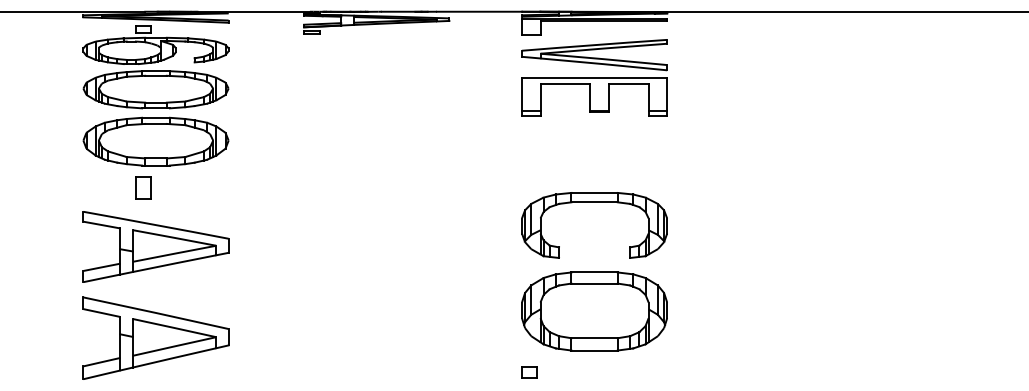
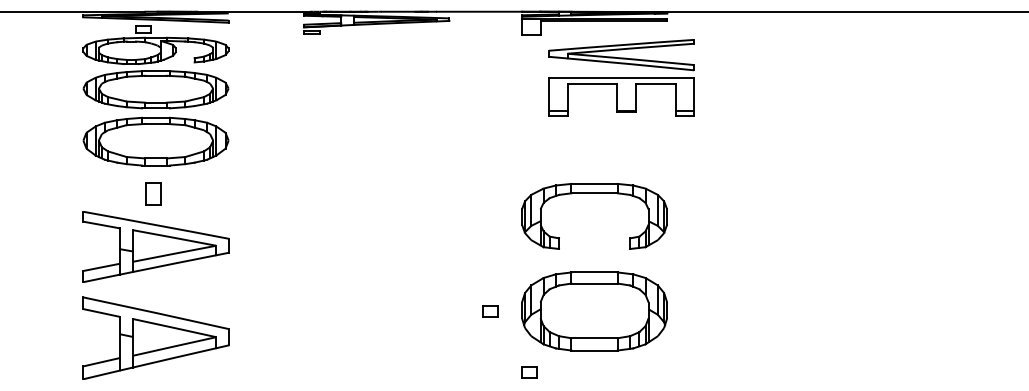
part at (594, 77) position: (594, 77) -> (621, 77)
part at (143, 187) position: (143, 187) -> (153, 193)
part at (594, 202) position: (594, 202) -> (594, 193)
part at (490, 311): none -> present
